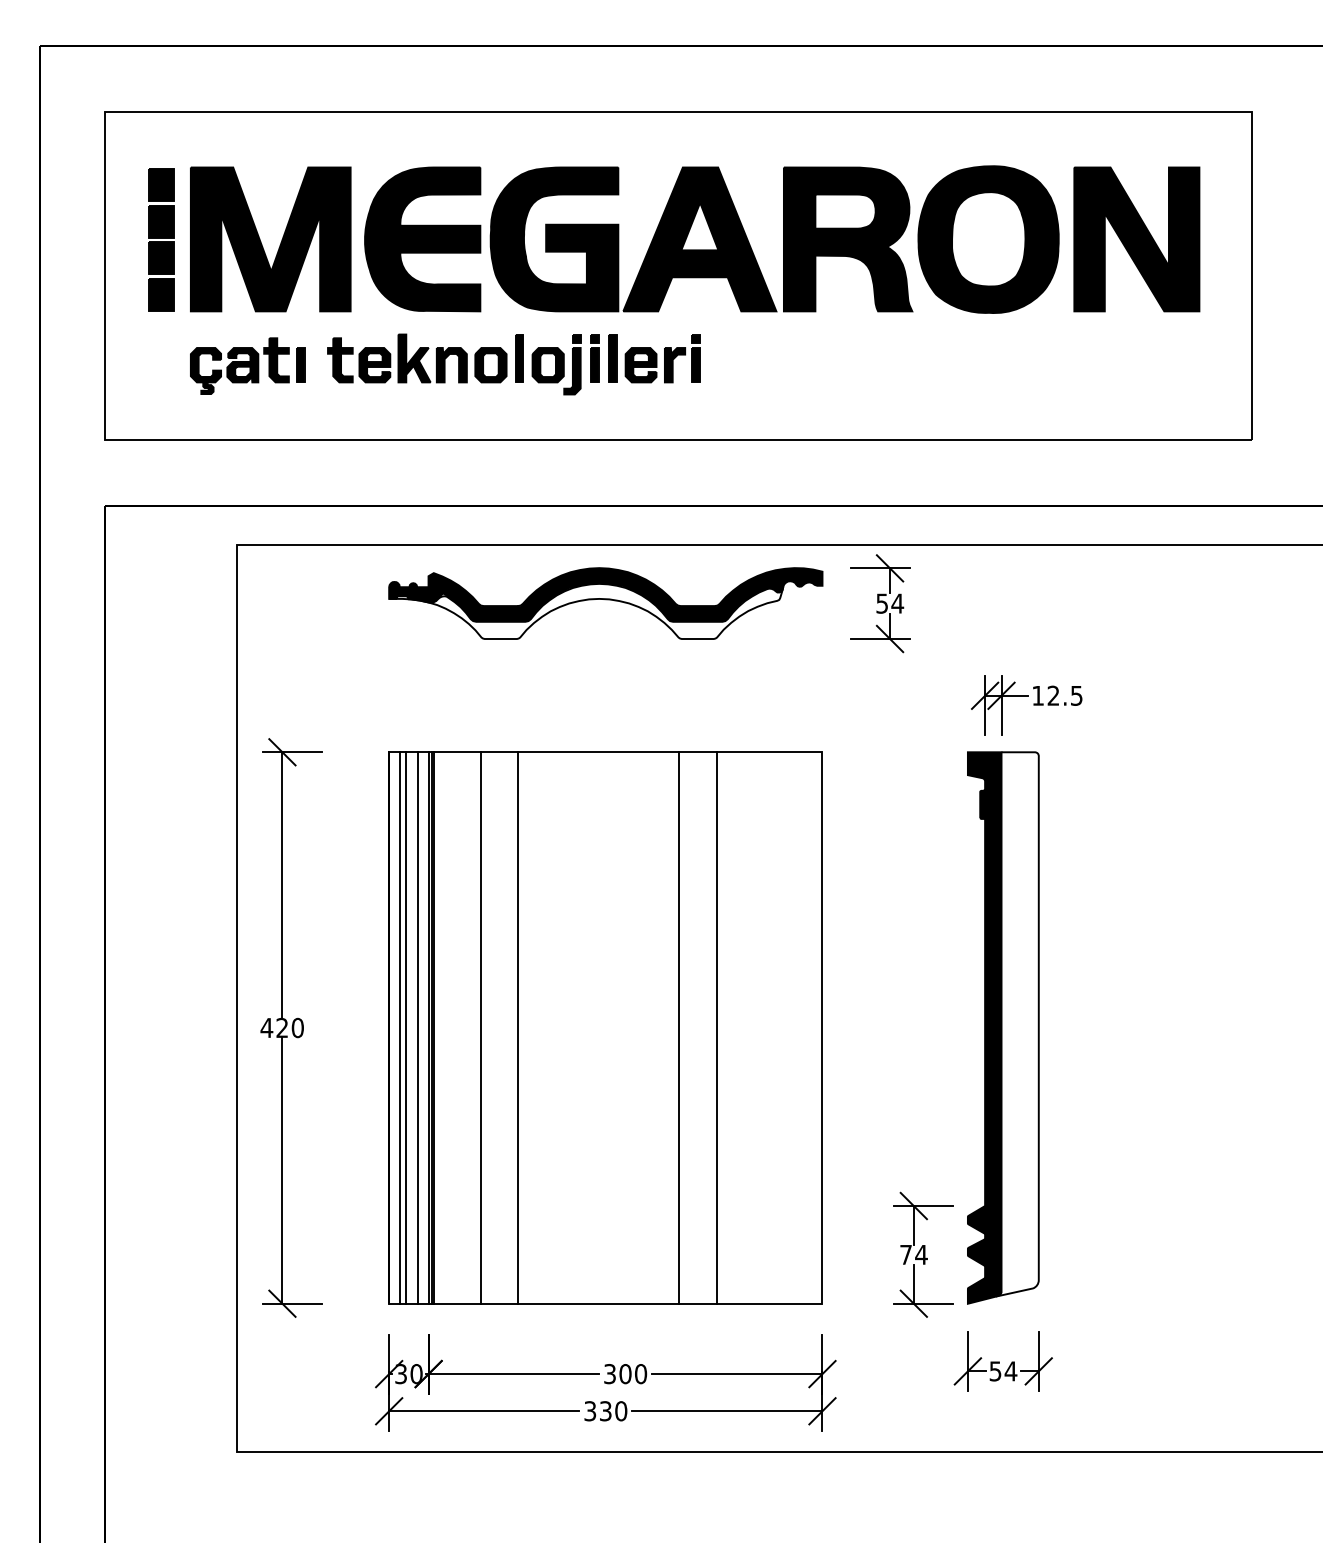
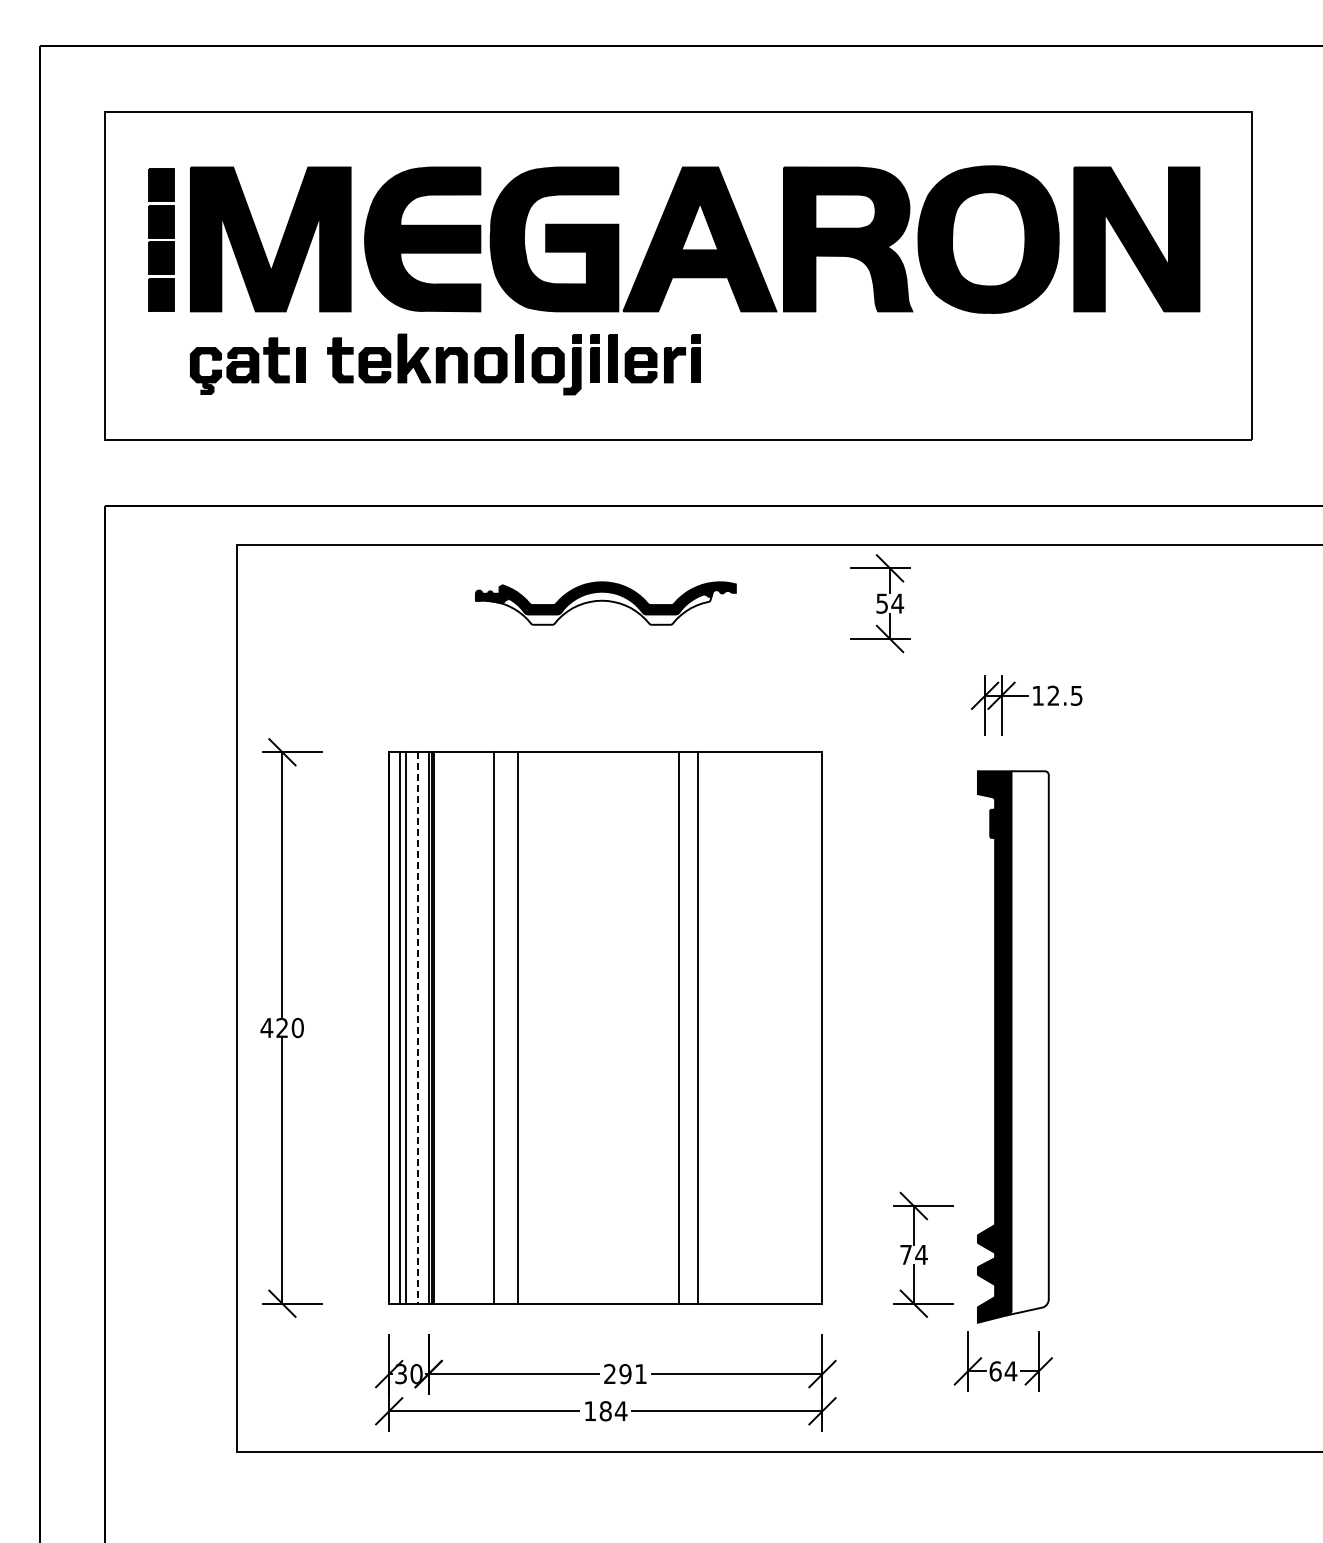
part at (605, 603) size: 436x73 px -> 262x45 px
line at (481, 1027) position: (481, 1027) -> (494, 1027)
line at (717, 1027) position: (717, 1027) -> (698, 1027)
part at (1003, 1027) position: (1003, 1027) -> (1013, 1046)
line at (418, 1028): solid -> dashed
text at (995, 1371): 54 -> 64
text at (625, 1374): 300 -> 291
text at (605, 1411): 330 -> 184
